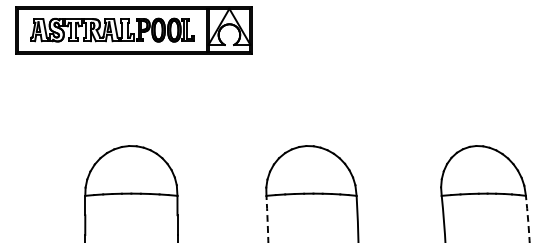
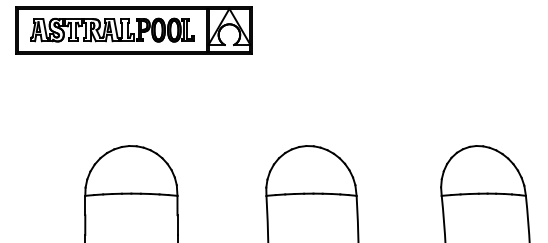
arc at (267, 219): dashed -> solid
arc at (528, 219): dashed -> solid
